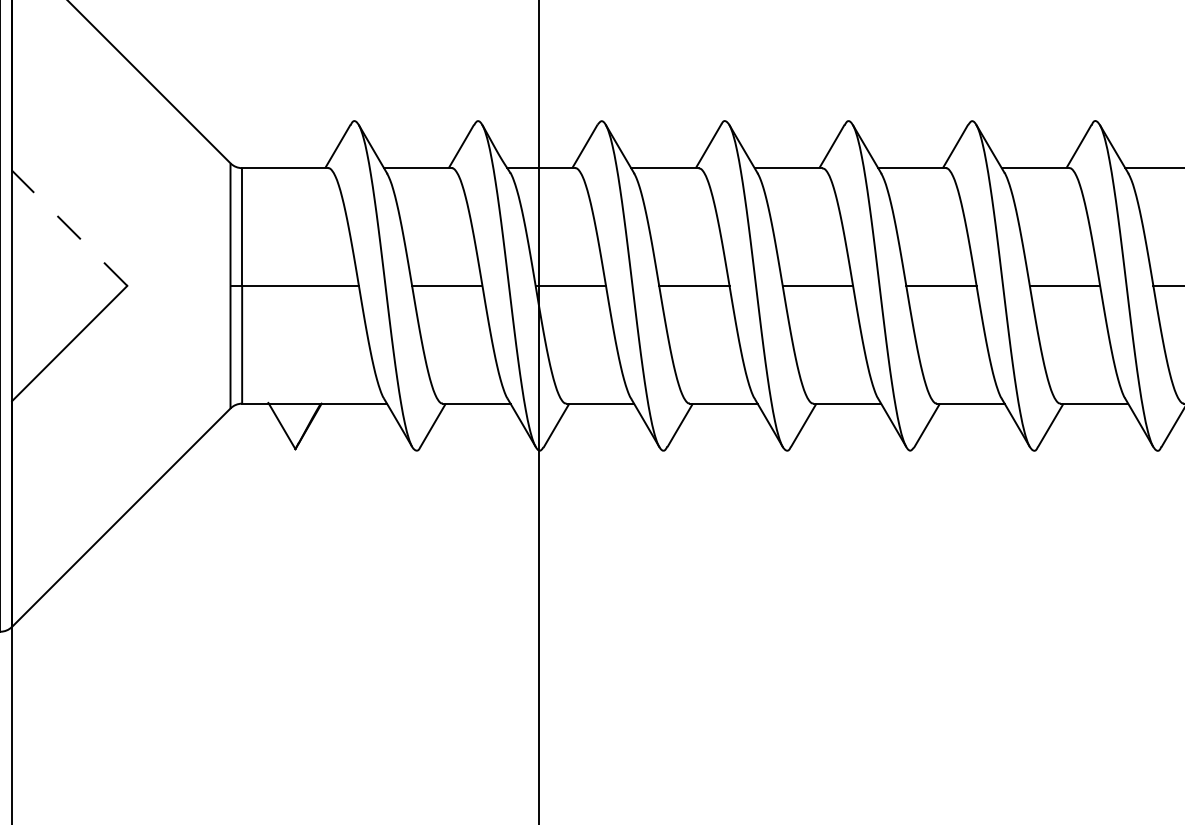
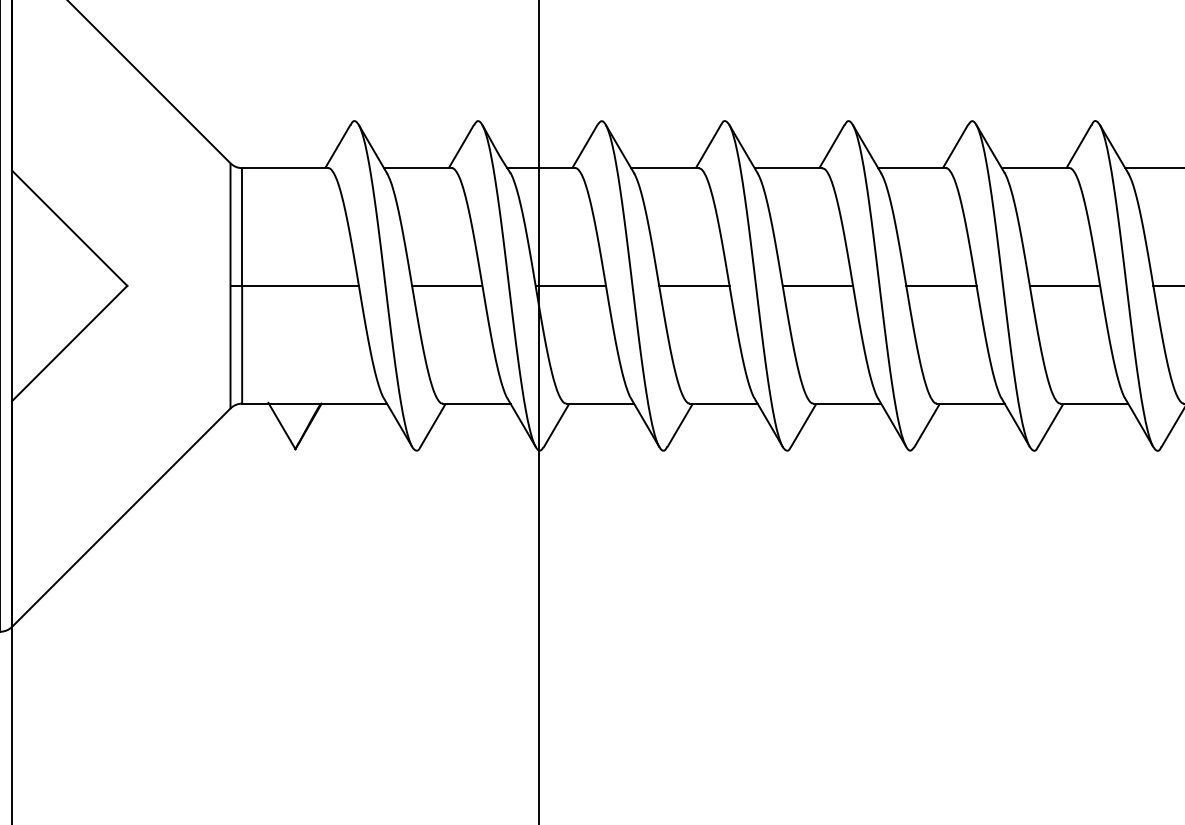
line at (69, 227): dashed -> solid
